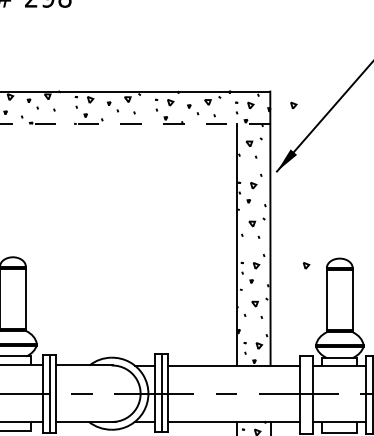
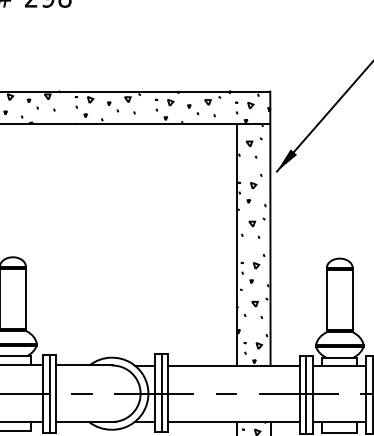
line at (293, 104): present -> none
line at (135, 124): dashed -> solid
line at (306, 264): present -> none
line at (306, 393): none -> present
